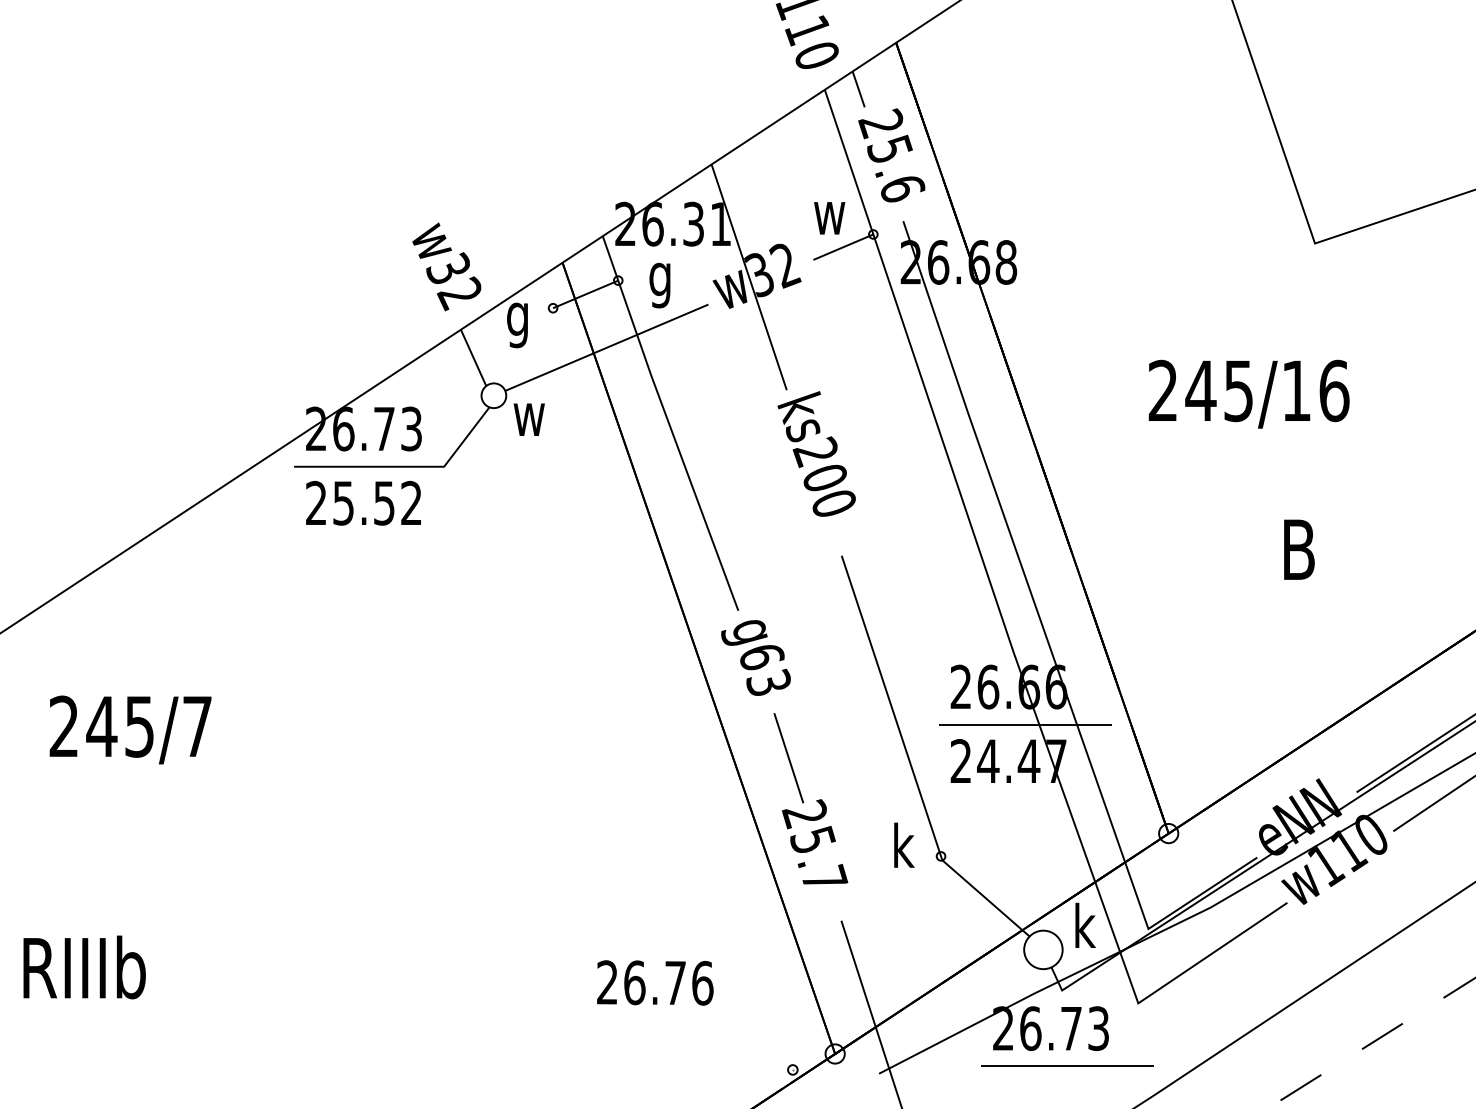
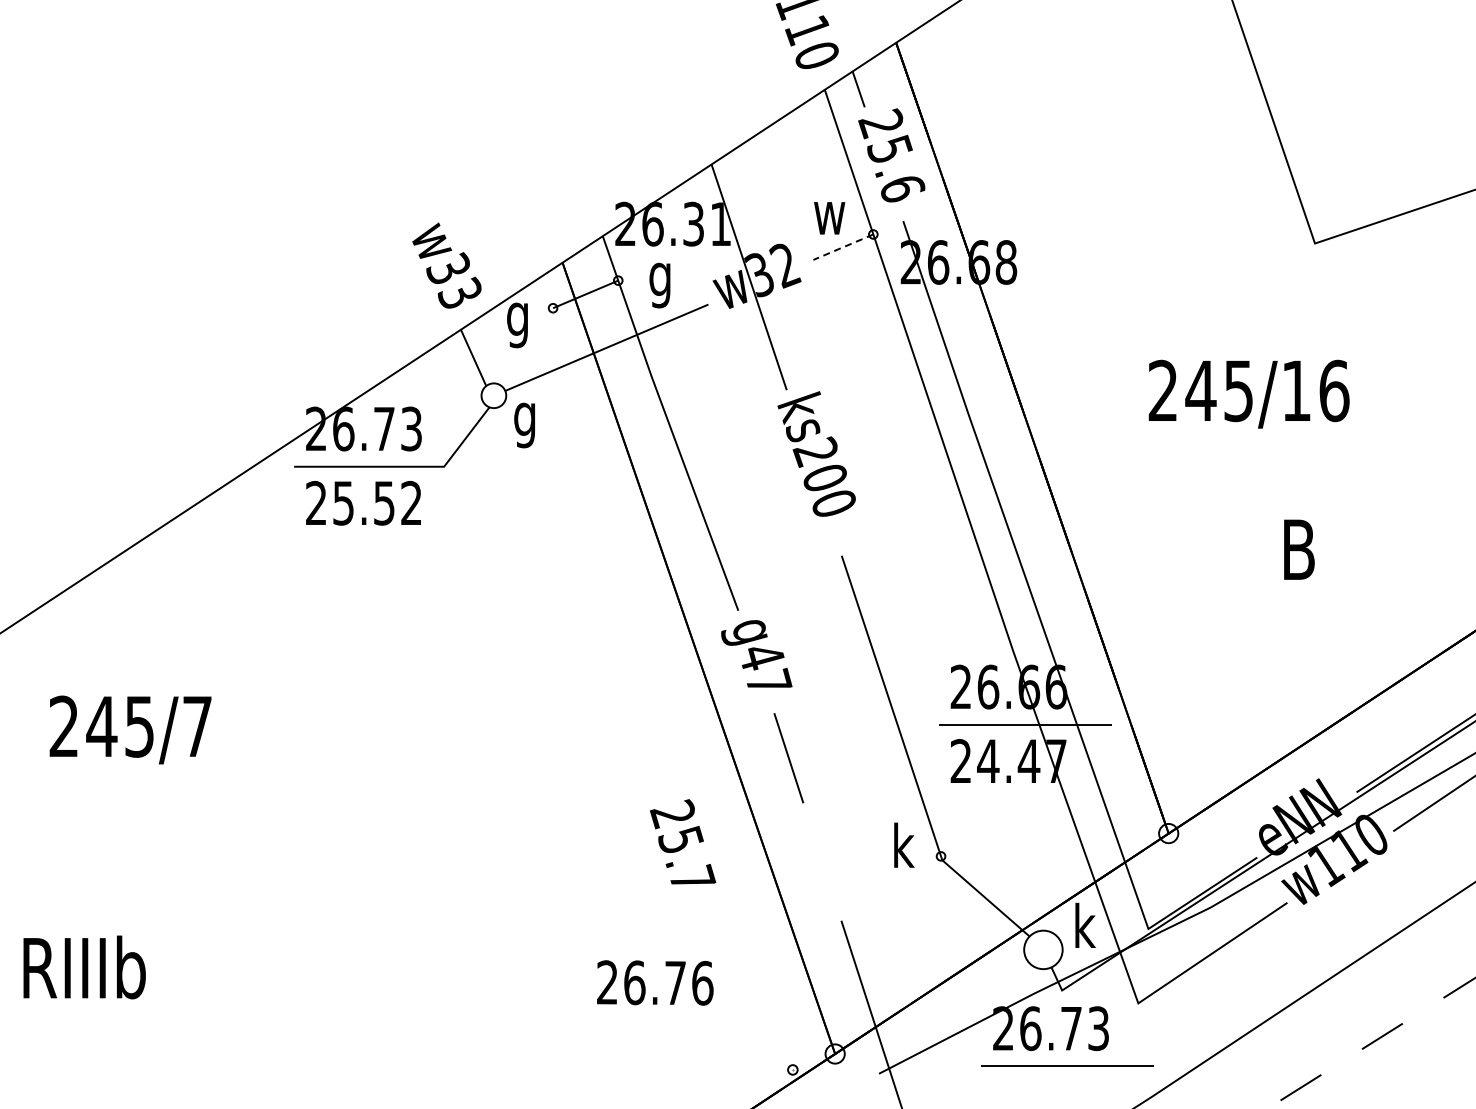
line at (843, 247): solid -> dashed
text at (458, 293): w32 -> w33
text at (528, 425): w -> g
text at (766, 670): g63 -> g47
text at (815, 841) position: (815, 841) -> (683, 841)
